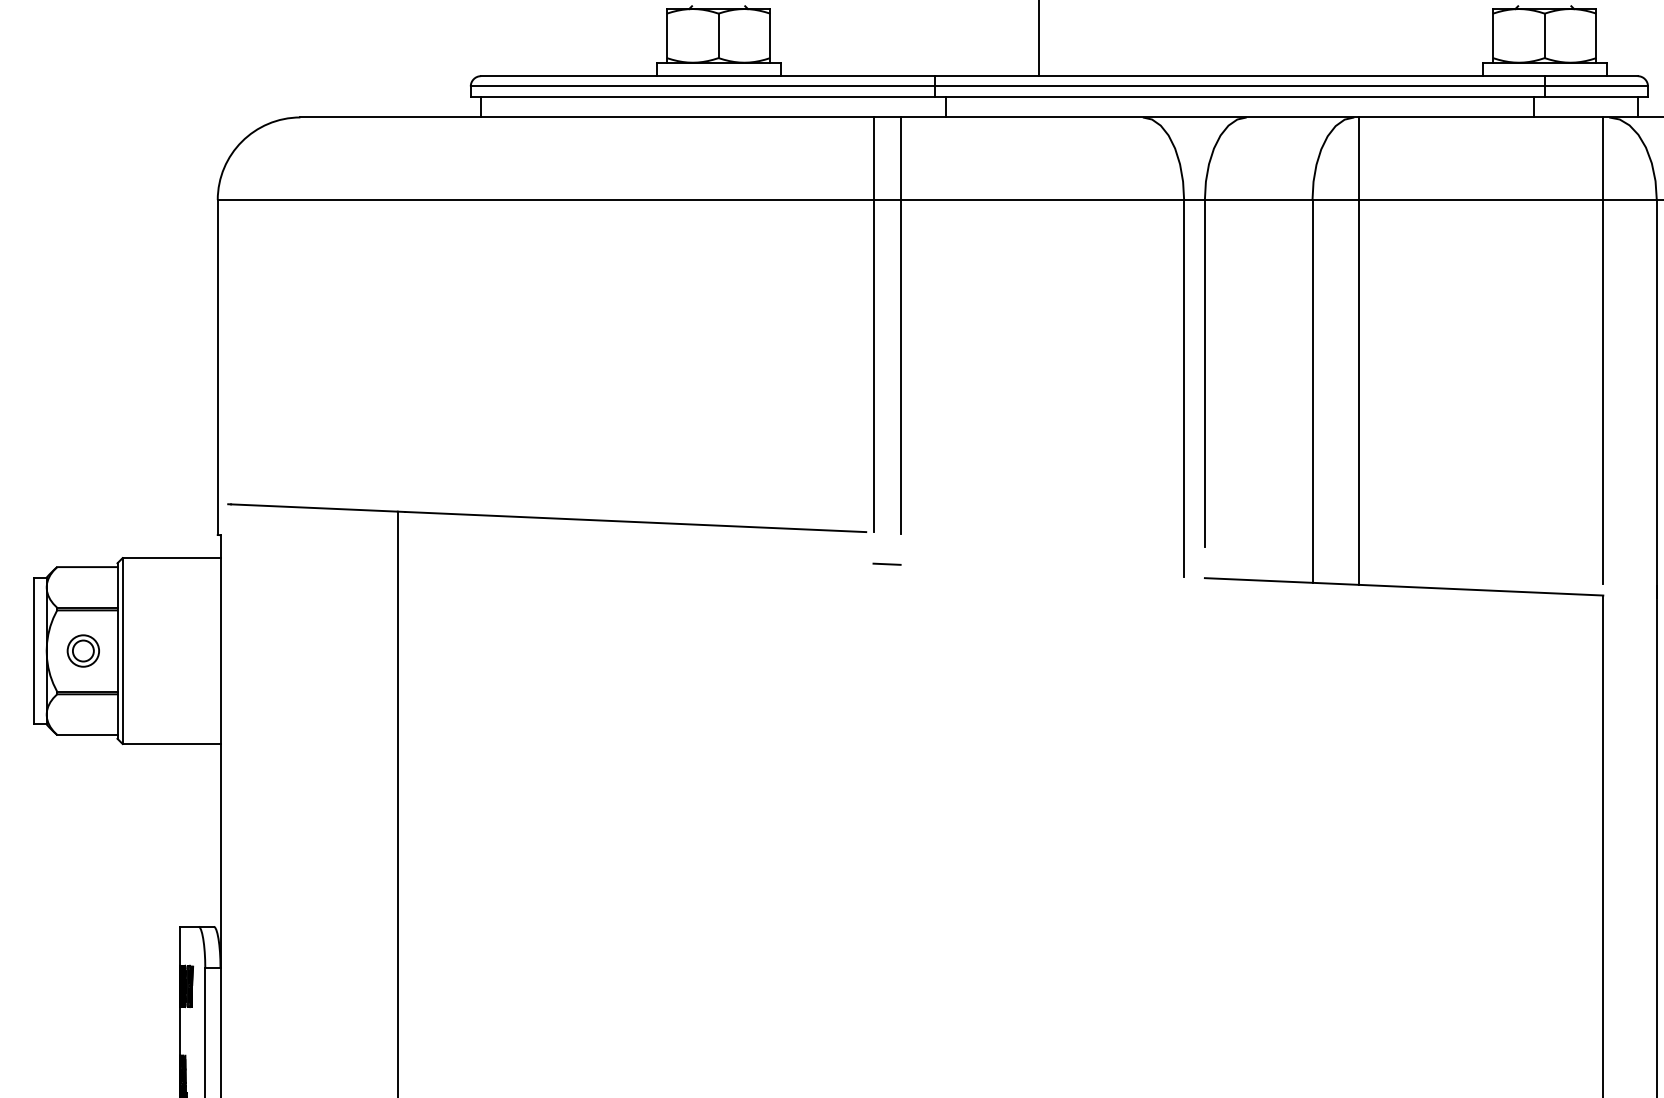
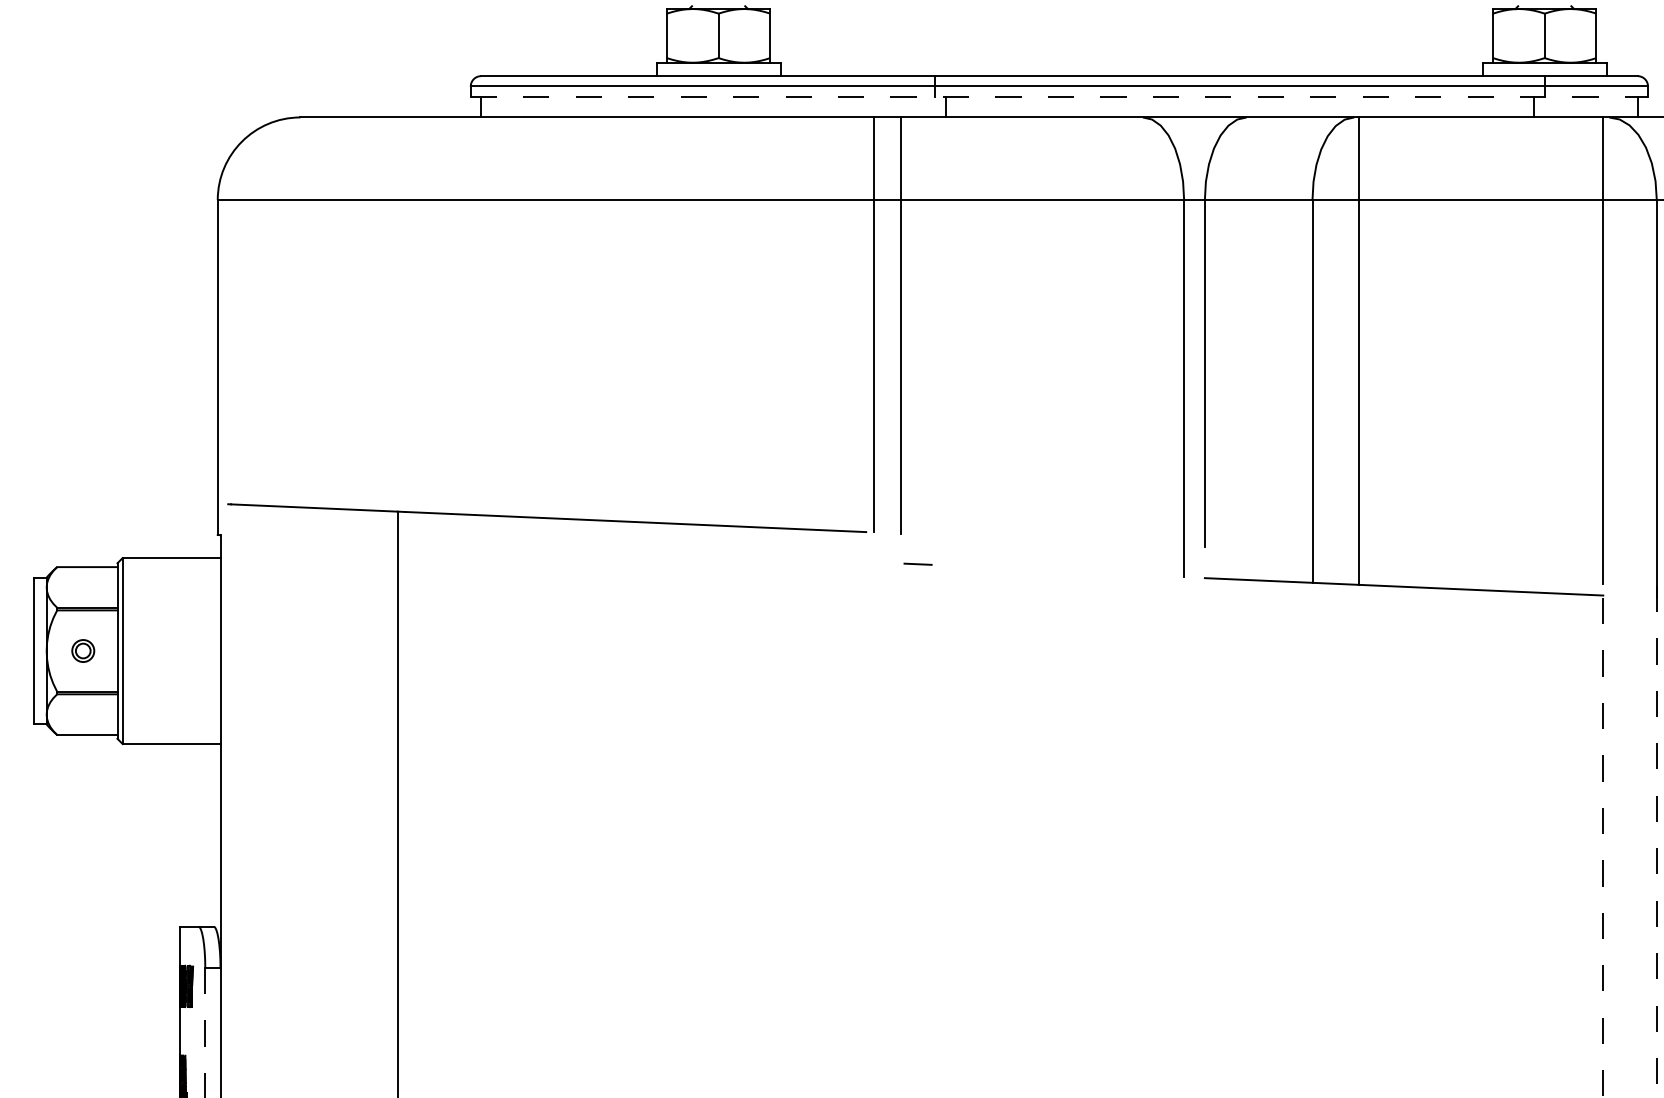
line at (1039, 39): present -> none
line at (1059, 96): solid -> dashed
line at (886, 563) position: (886, 563) -> (917, 563)
part at (82, 650) size: 34x34 px -> 25x24 px
line at (1656, 841): solid -> dashed
line at (1603, 846): solid -> dashed
line at (205, 1032): solid -> dashed
